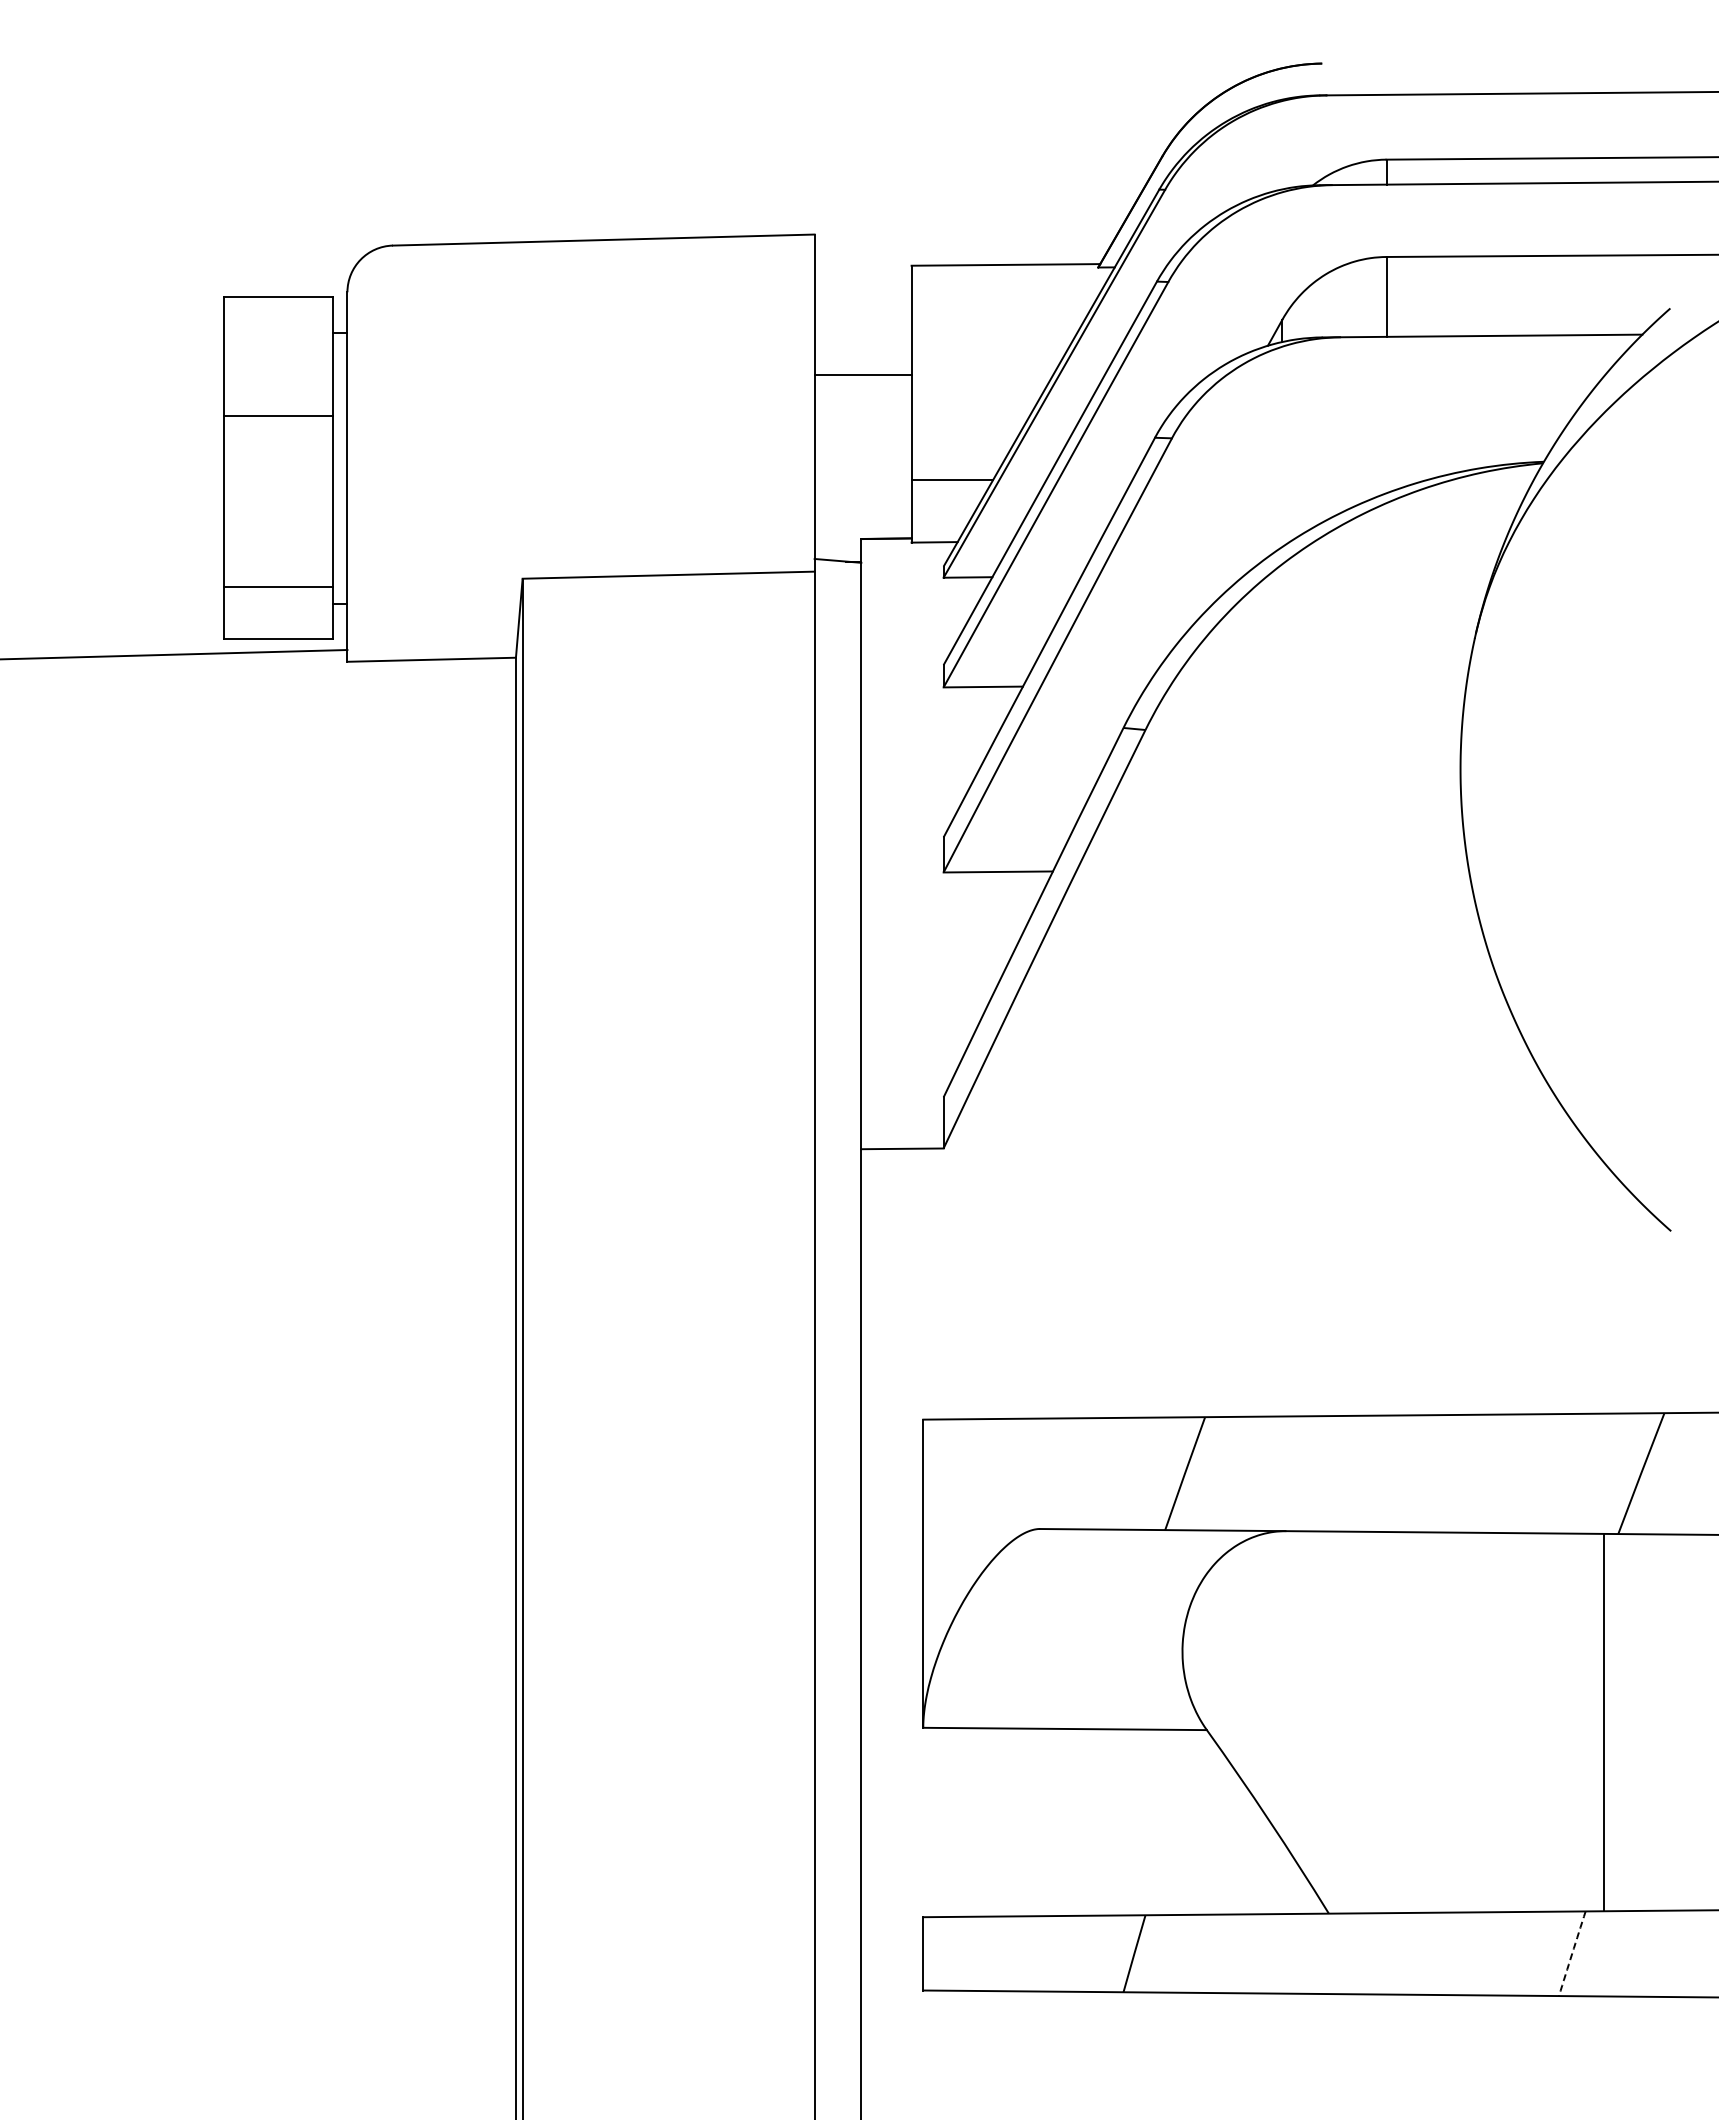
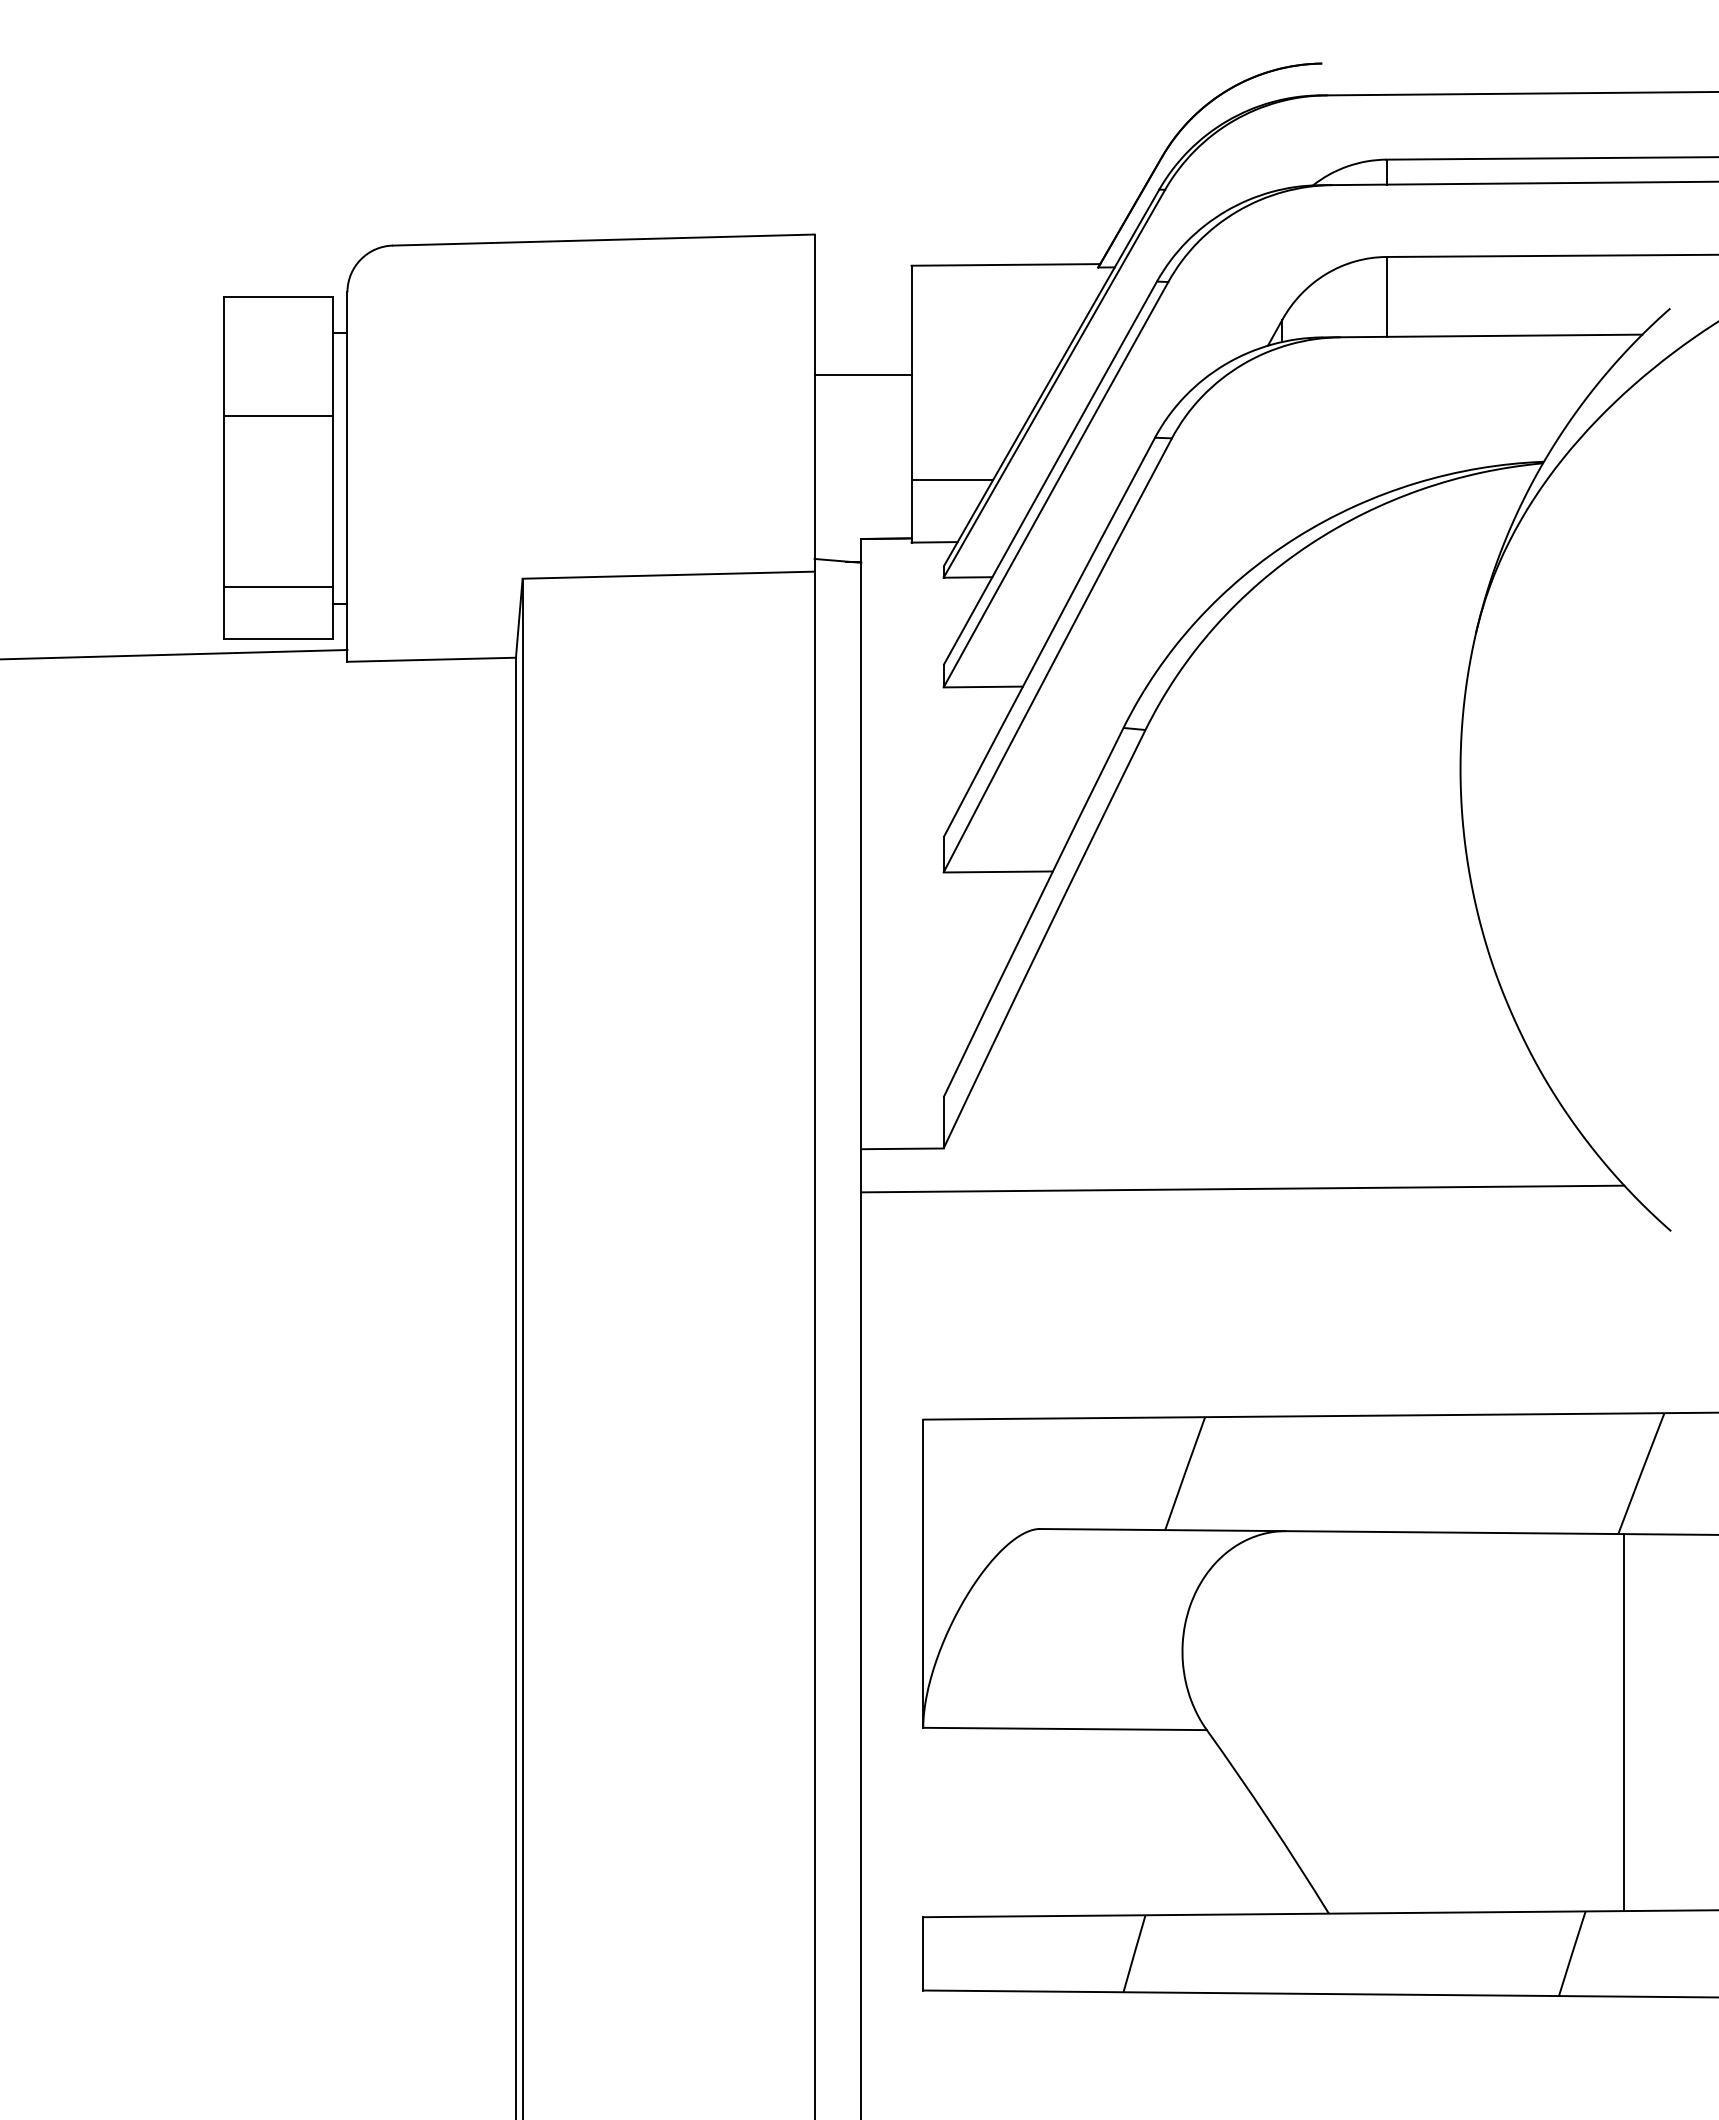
line at (1242, 1188): none -> present
line at (1604, 1722) position: (1604, 1722) -> (1624, 1722)
arc at (1572, 1953): dashed -> solid
